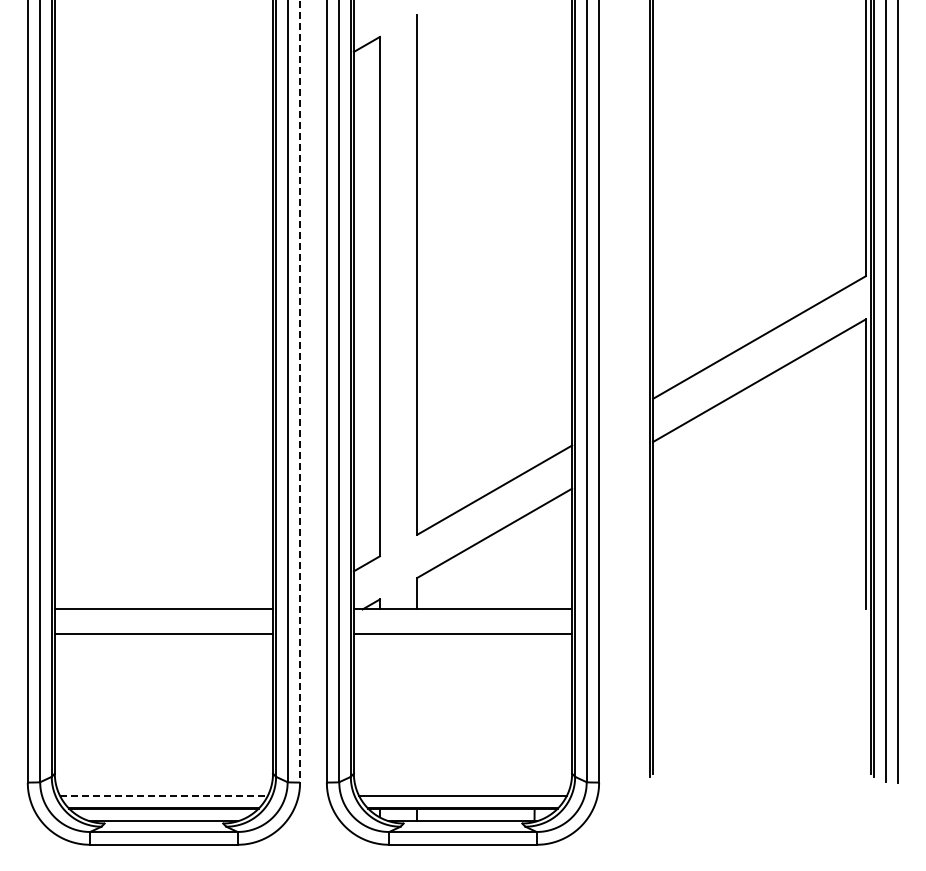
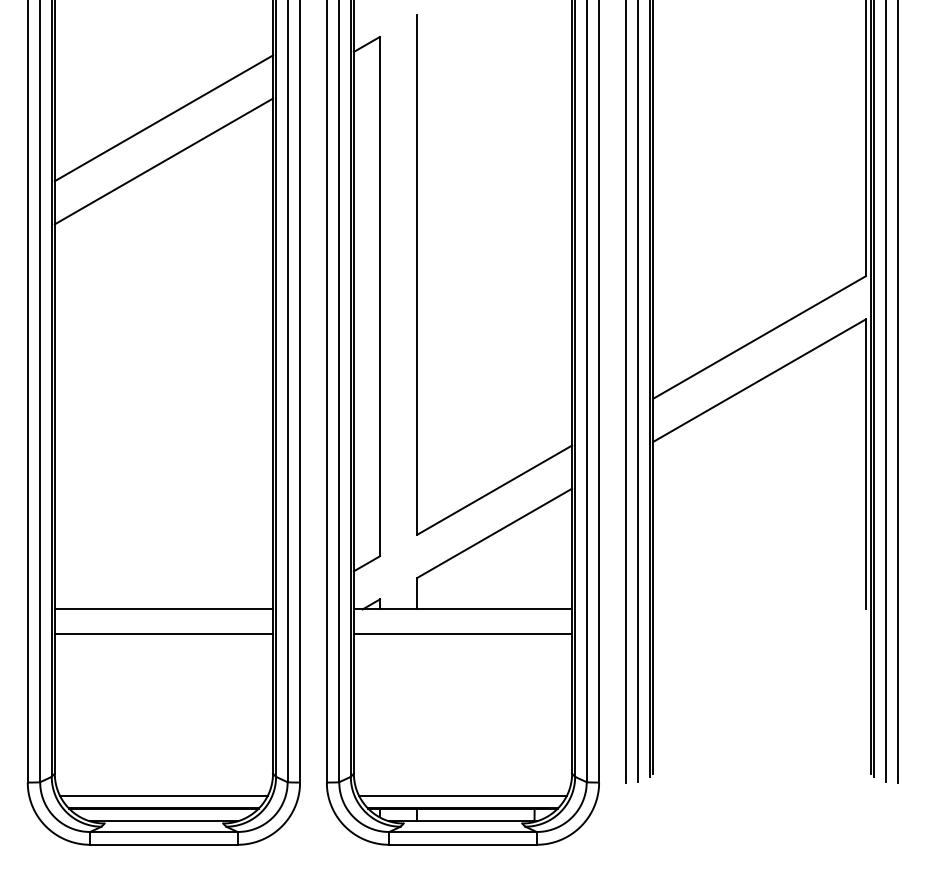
line at (163, 118): none -> present
line at (163, 161): none -> present
line at (300, 391): dashed -> solid
line at (625, 392): none -> present
line at (638, 392): none -> present
line at (163, 795): dashed -> solid
